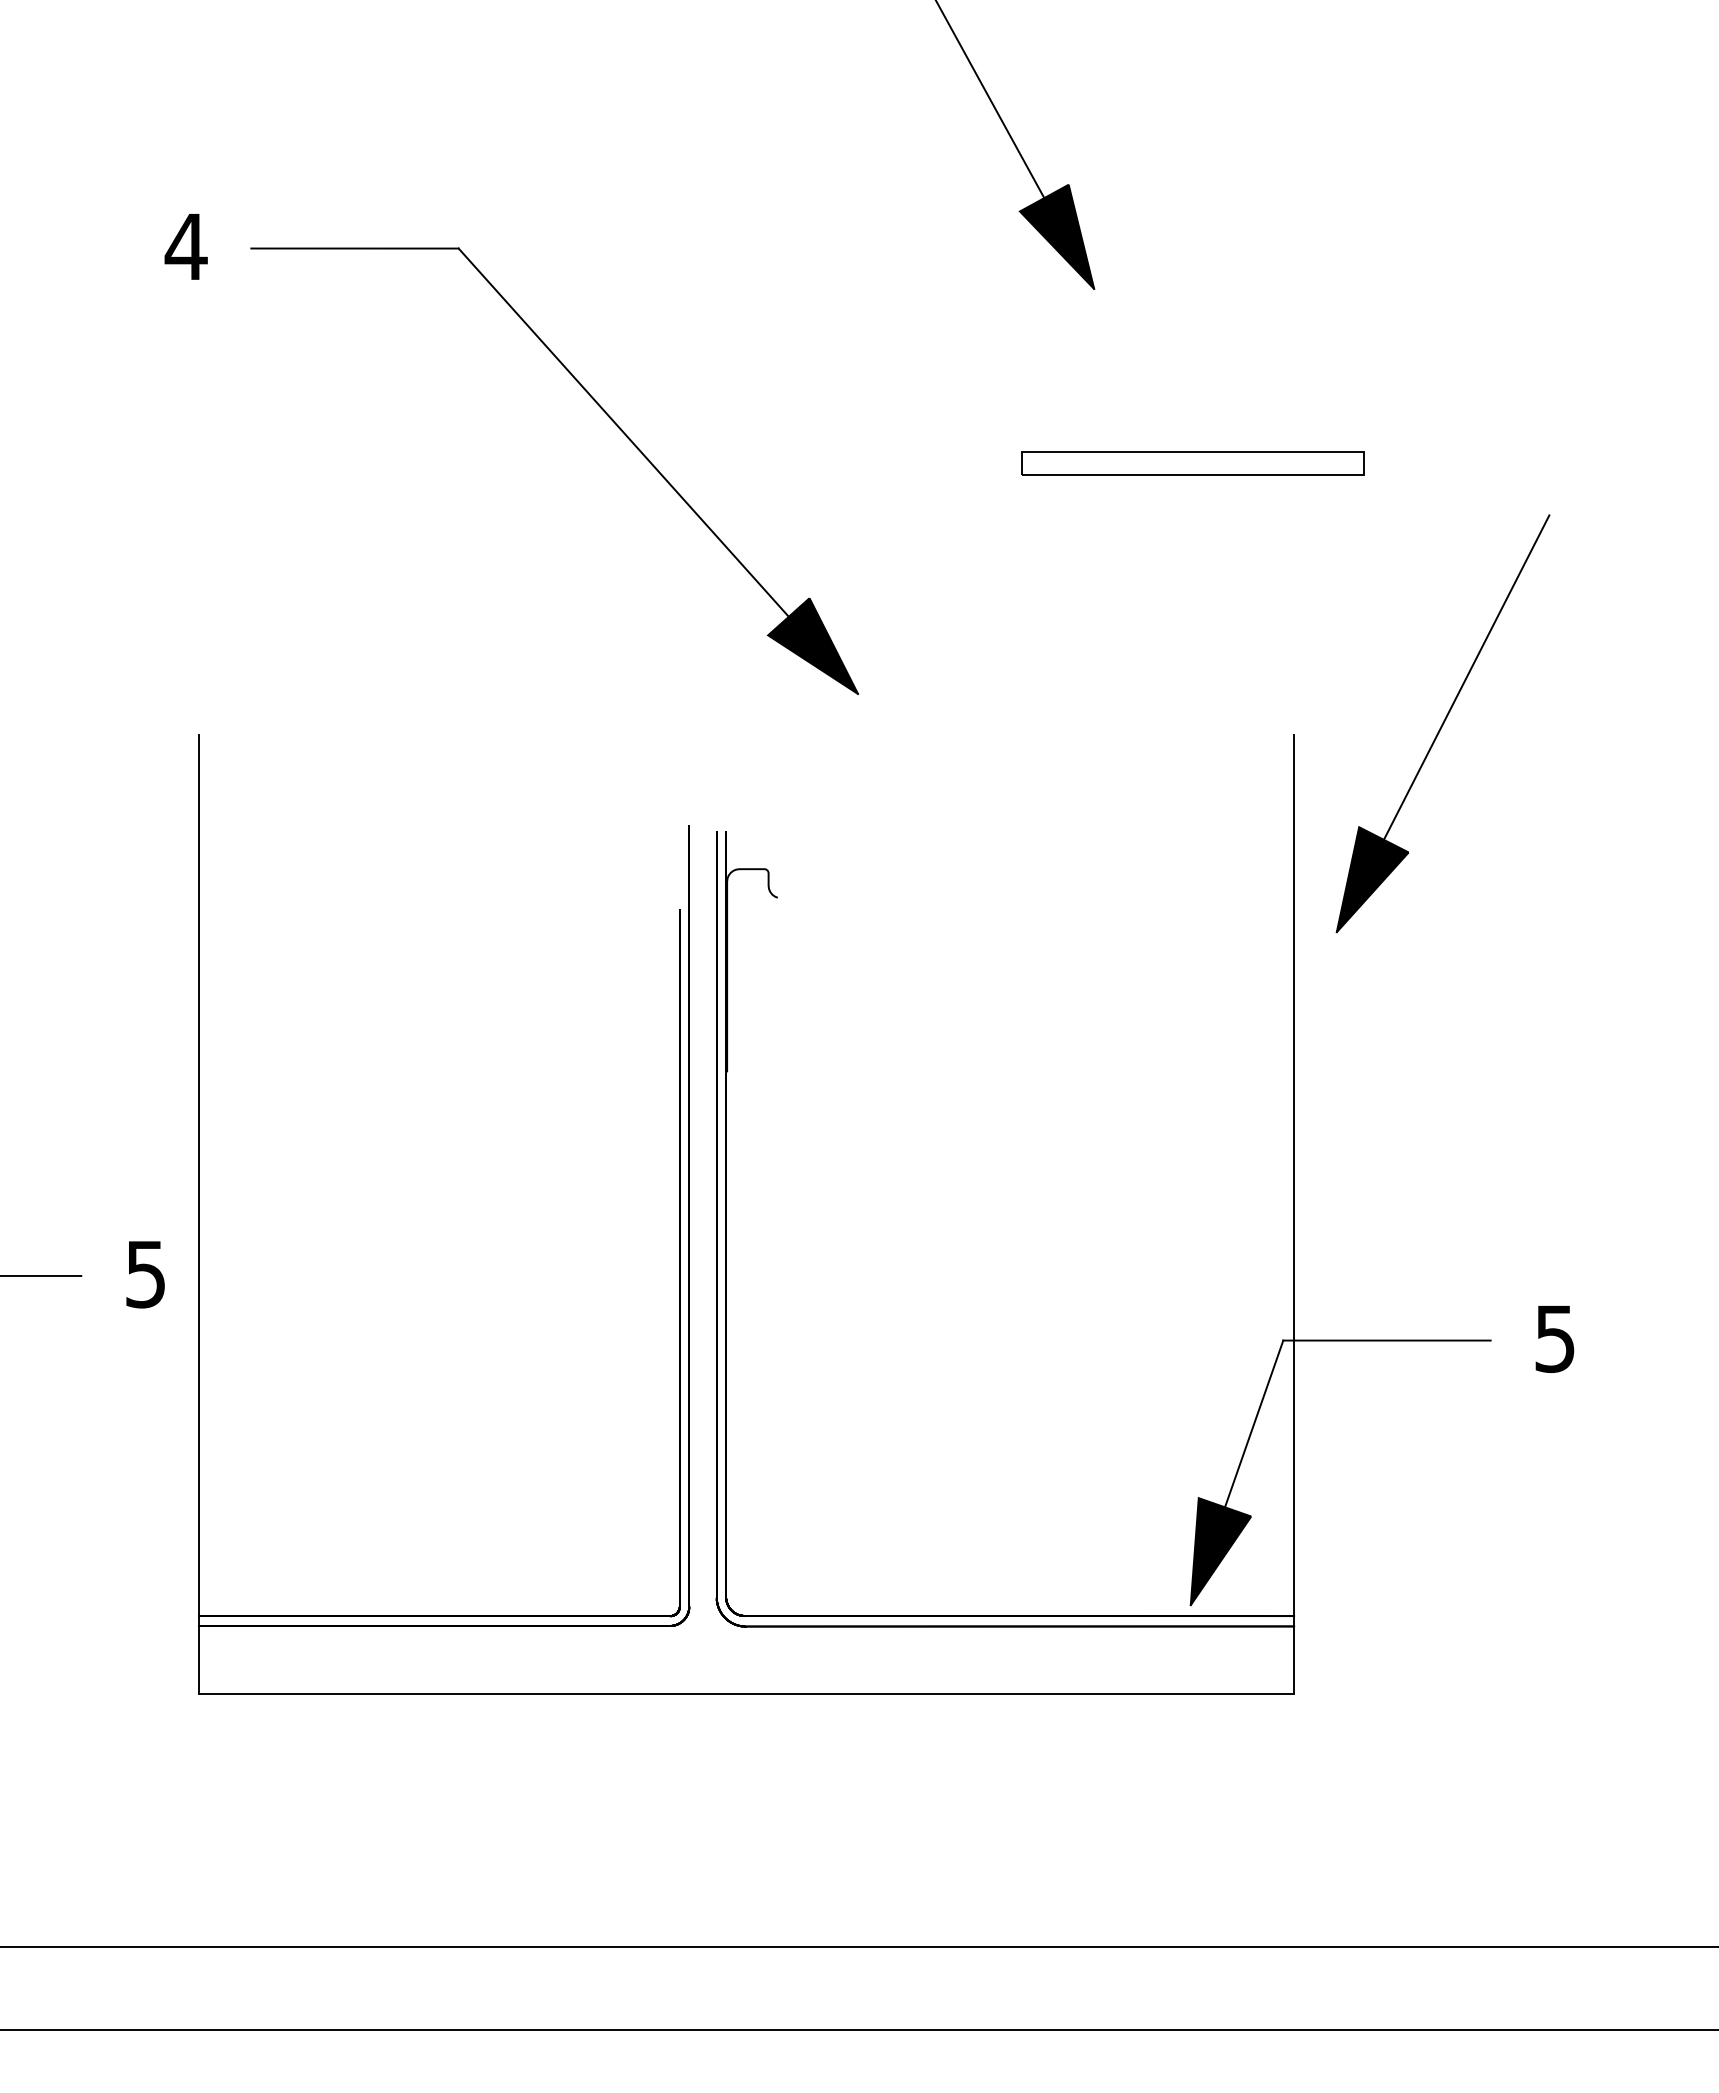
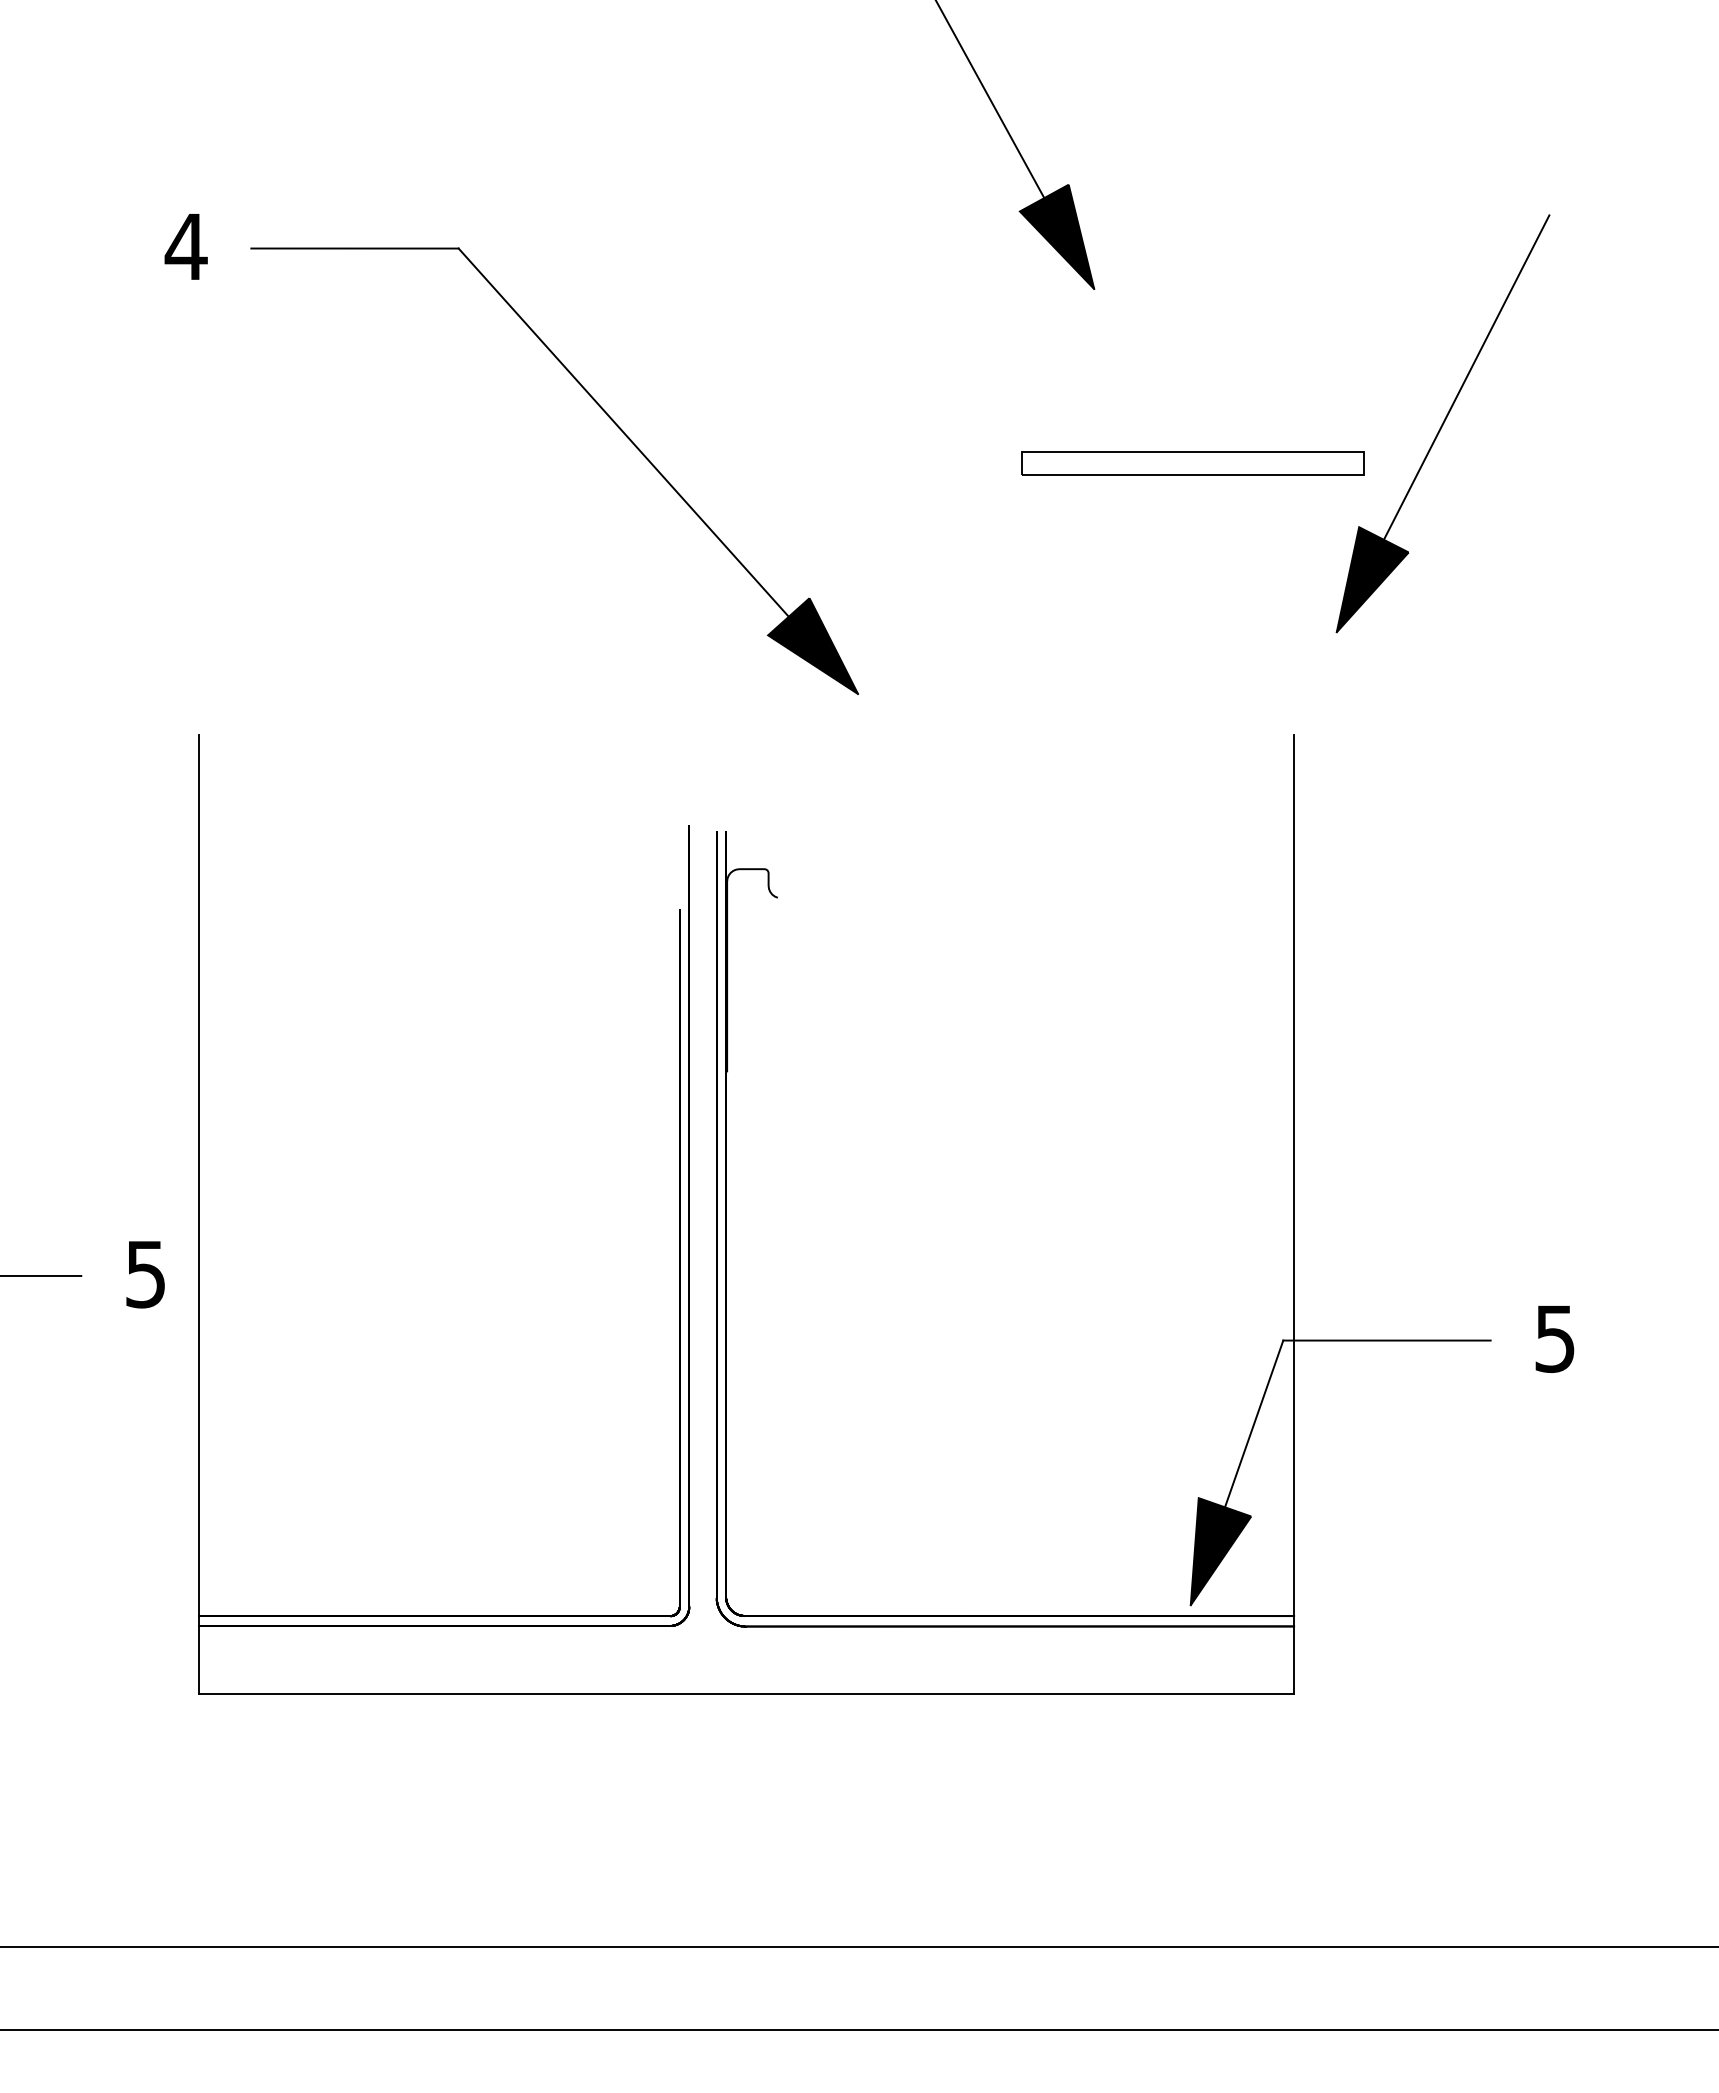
part at (1442, 723) position: (1442, 723) -> (1442, 423)
